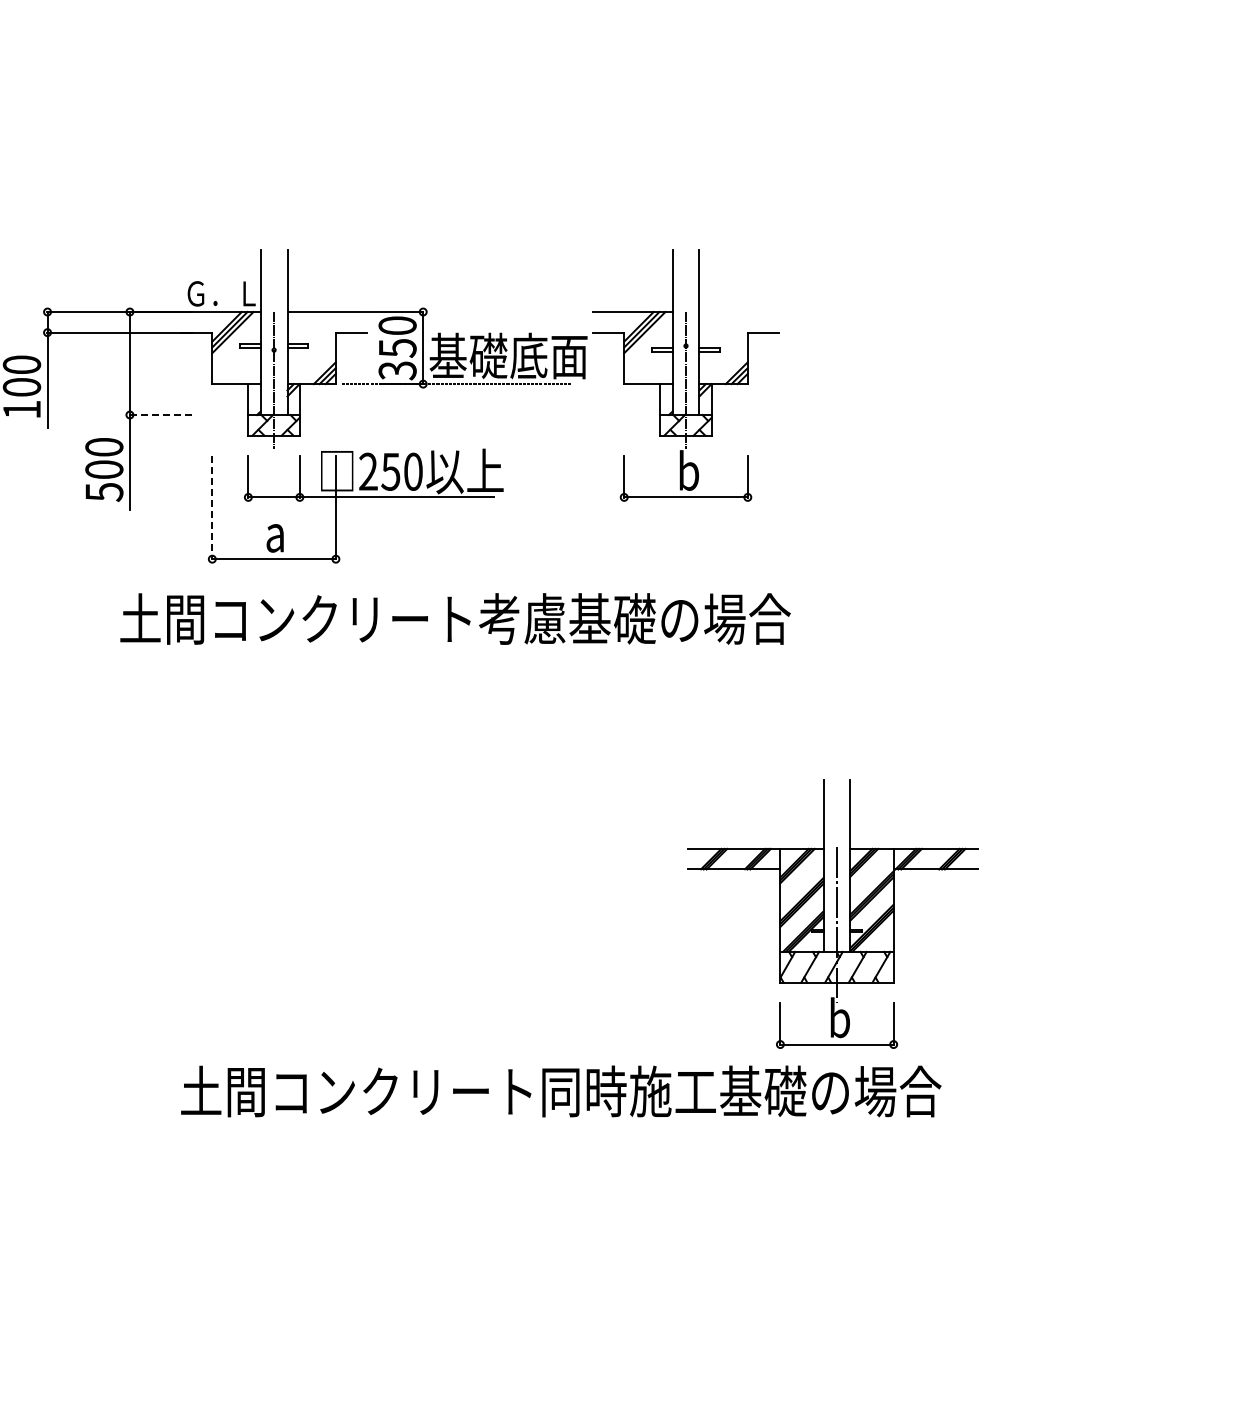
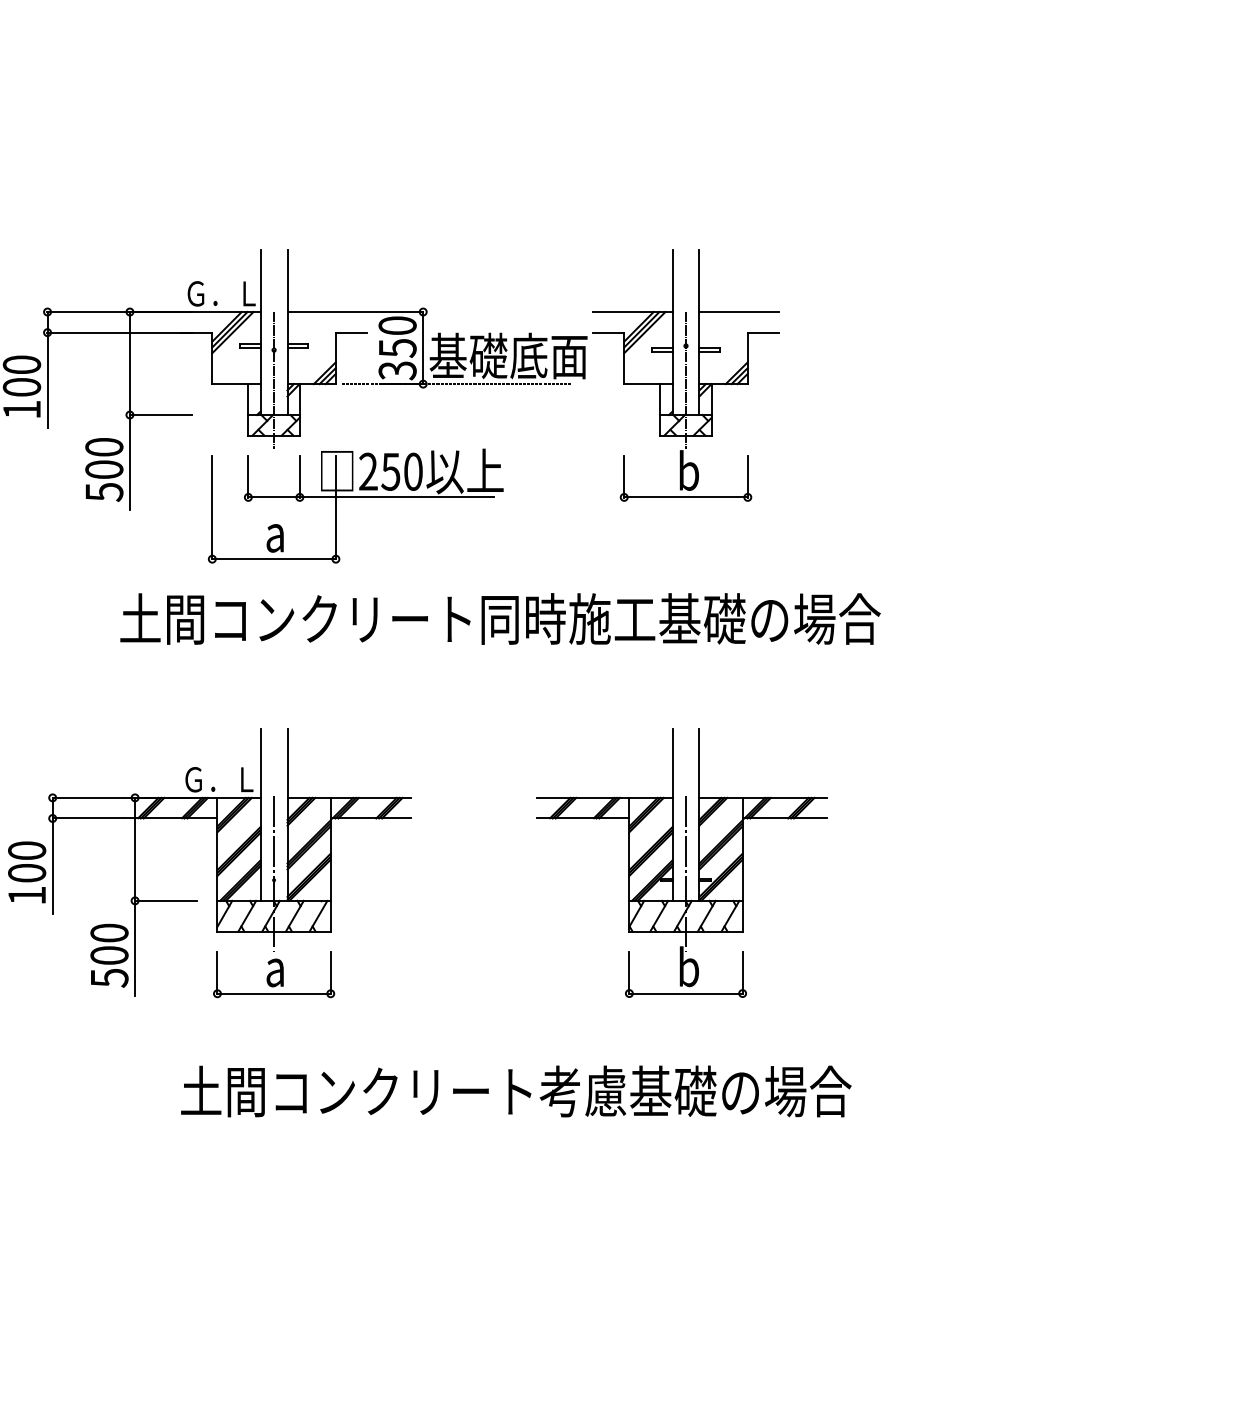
line at (738, 312): none -> present
line at (160, 415): dashed -> solid
line at (212, 507): dashed -> solid
text at (679, 618): 土間コンクリート考慮基礎の場合 -> 土間コンクリート同時施工基礎の場合
part at (216, 863): none -> present
part at (832, 913) position: (832, 913) -> (681, 862)
text at (740, 1091): 土間コンクリート同時施工基礎の場合 -> 土間コンクリート考慮基礎の場合
